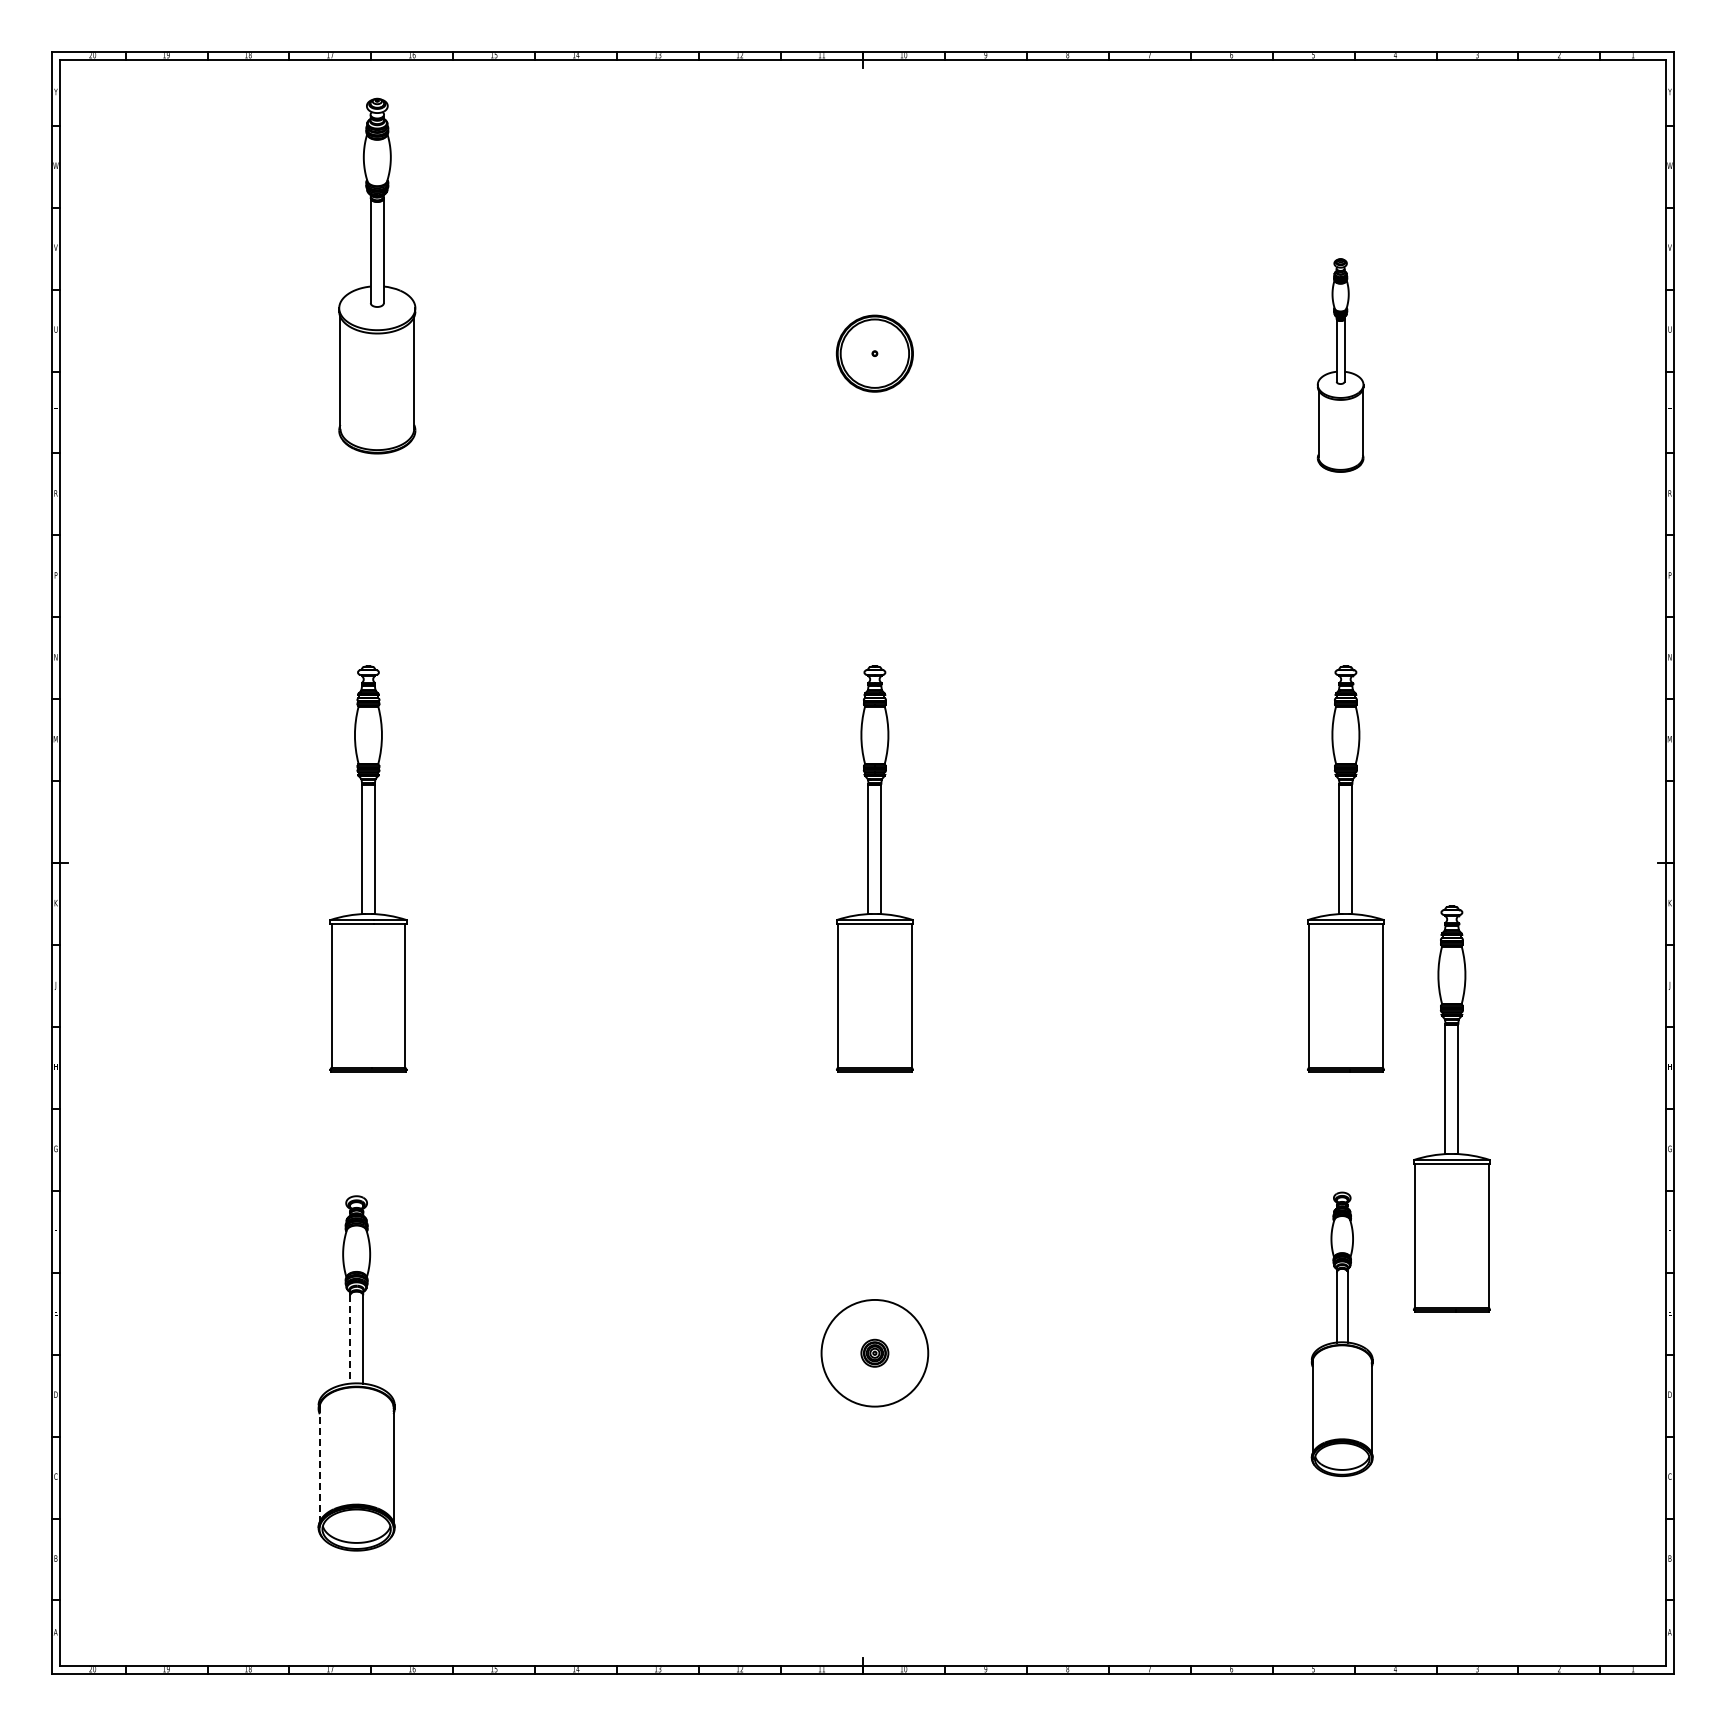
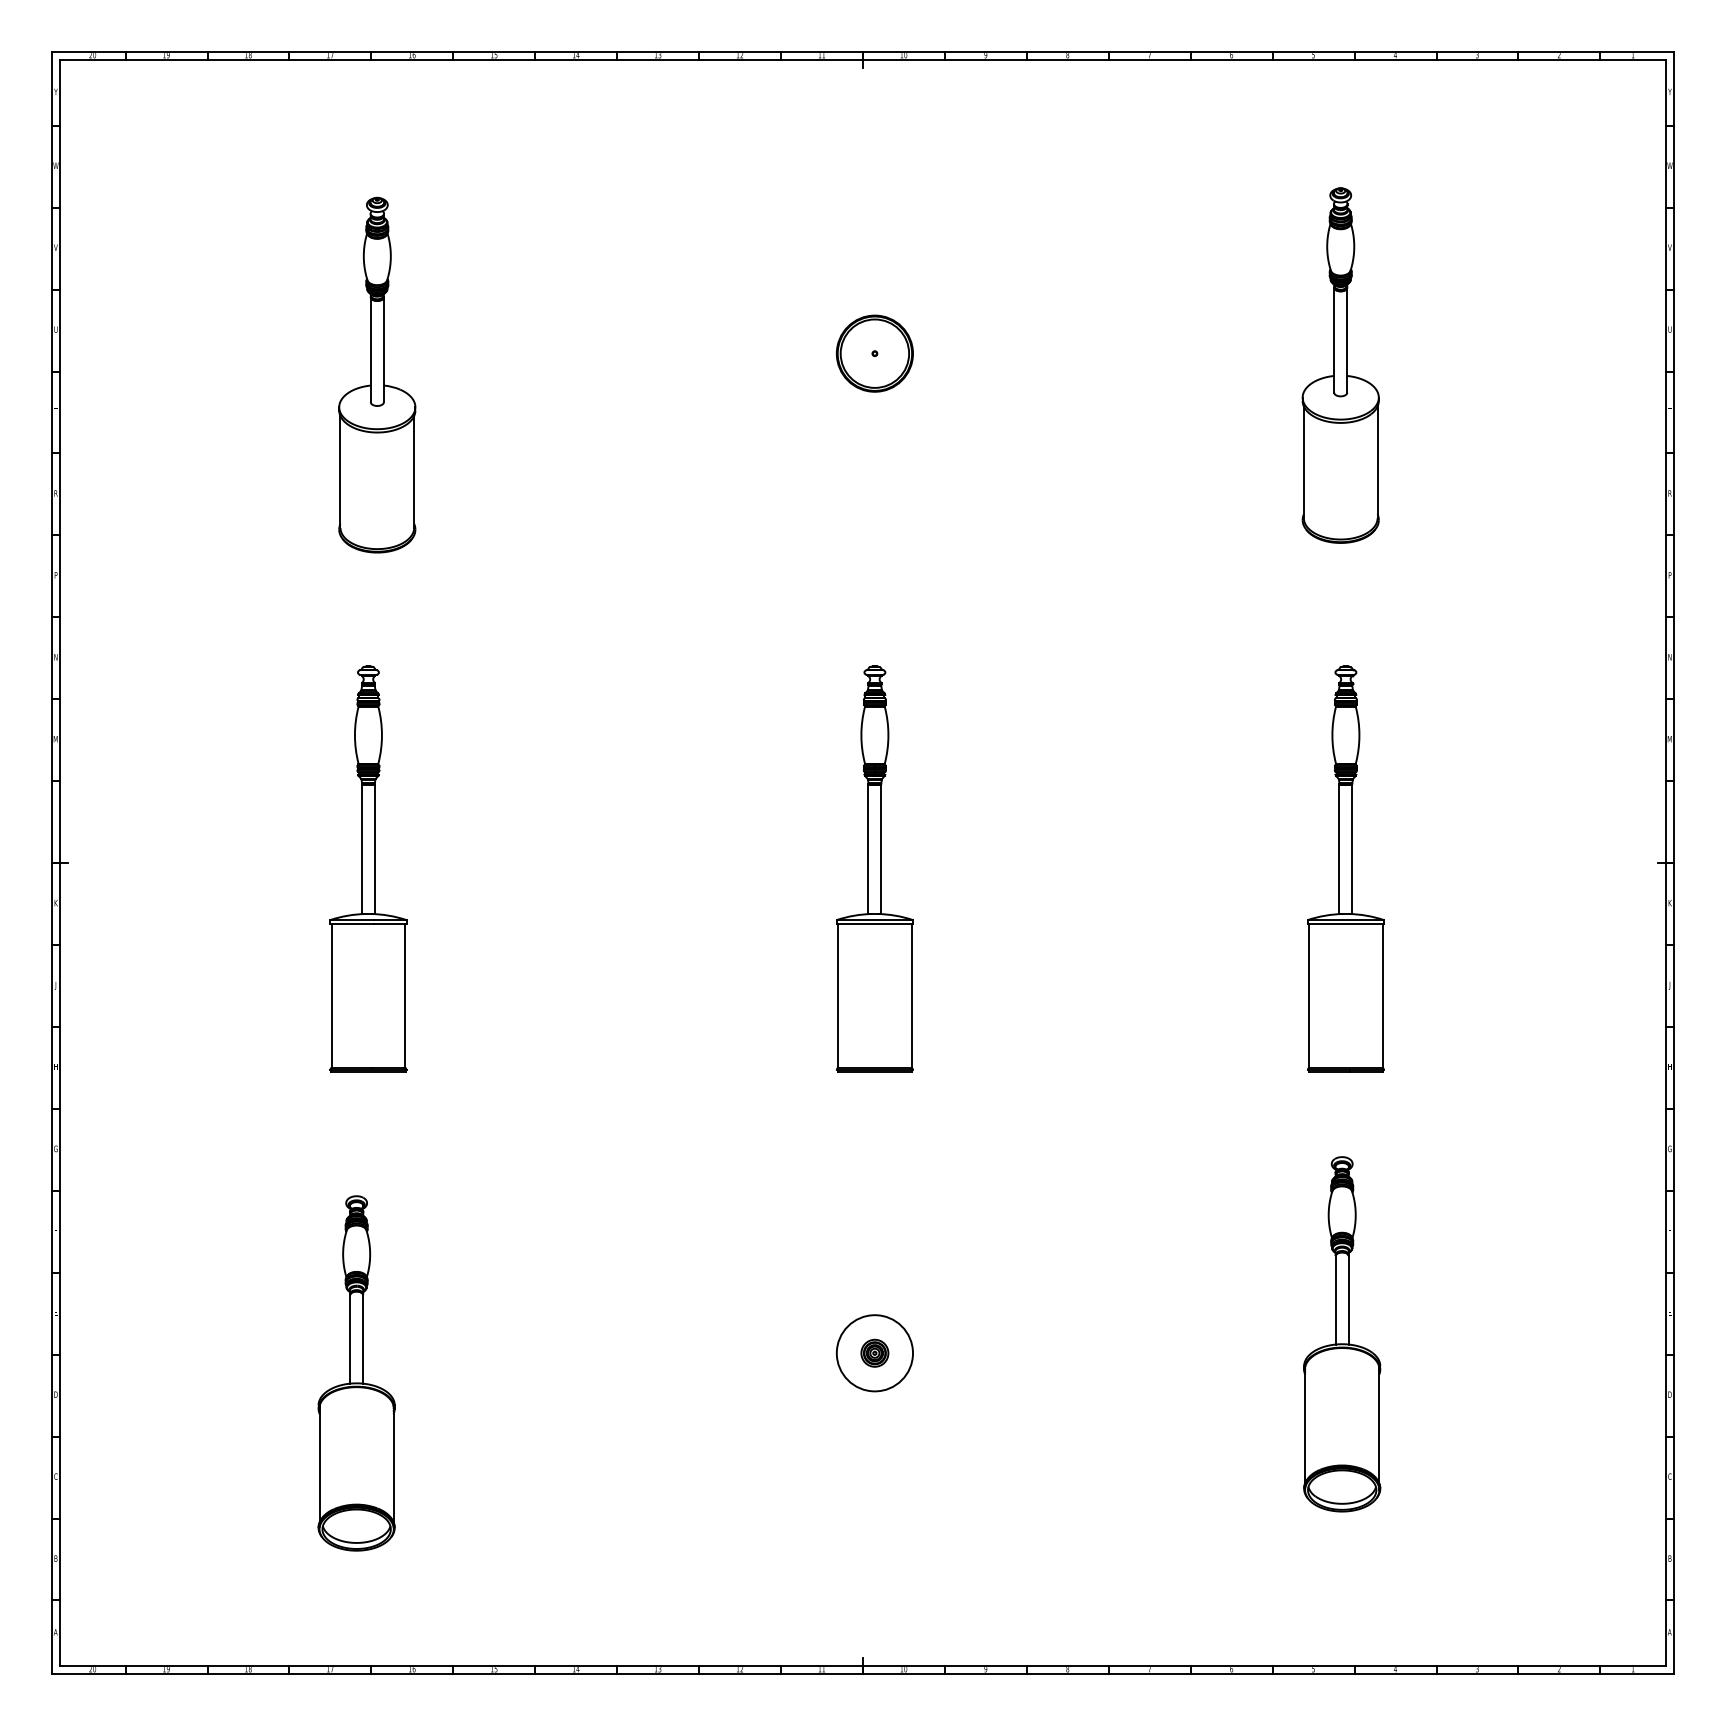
part at (377, 275) position: (377, 275) -> (377, 374)
part at (1340, 365) size: 49x215 px -> 79x357 px
part at (1451, 1108): present -> none
part at (1341, 1334) size: 64x287 px -> 79x357 px
line at (350, 1339): dashed -> solid
circle at (874, 1352) diameter: 107 px -> 76 px
line at (319, 1464): dashed -> solid
